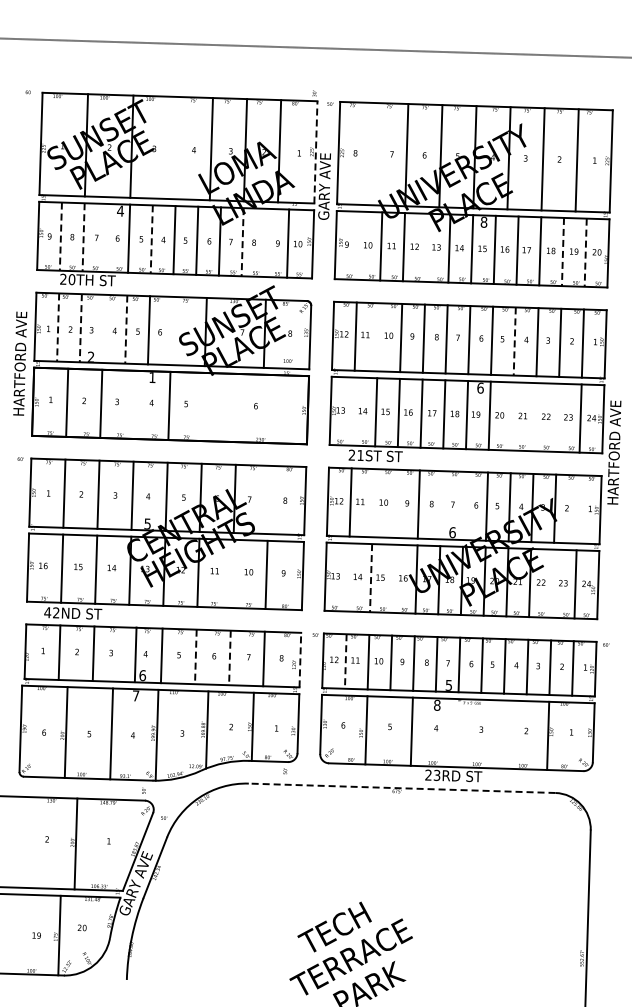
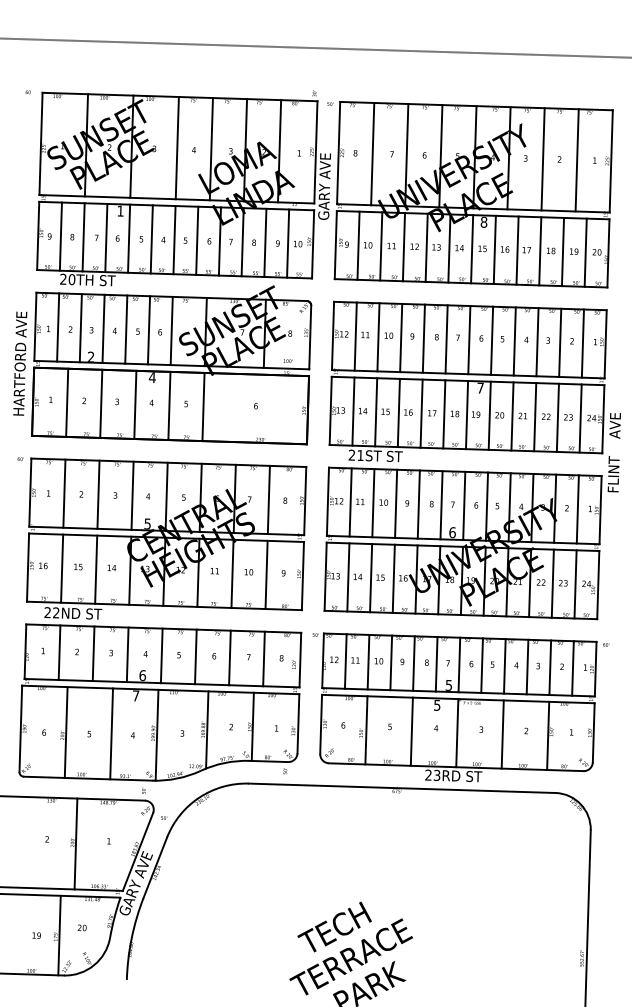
line at (176, 148): none -> present
line at (315, 151): dashed -> solid
line at (372, 153): none -> present
text at (120, 210): 4 -> 1
line at (60, 237): dashed -> solid
line at (83, 237): dashed -> solid
line at (106, 237): none -> present
line at (151, 239): dashed -> solid
line at (242, 242): dashed -> solid
line at (265, 242): none -> present
line at (358, 245): none -> present
line at (426, 247): none -> present
line at (562, 252): dashed -> solid
line at (585, 253): dashed -> solid
line at (58, 328): dashed -> solid
line at (80, 328): dashed -> solid
line at (103, 328): none -> present
line at (126, 330): dashed -> solid
line at (171, 330): none -> present
line at (378, 337): none -> present
line at (514, 342): dashed -> solid
text at (151, 377): 1 -> 4
text at (480, 387): 6 -> 7
line at (135, 404): none -> present
line at (203, 406): none -> present
line at (353, 411): none -> present
line at (512, 416): none -> present
line at (535, 417): none -> present
line at (557, 417): none -> present
text at (614, 452): HARTFORD AVE -> FLINT    AVE
line at (268, 499): none -> present
line at (373, 503): none -> present
line at (396, 503): none -> present
line at (441, 505): none -> present
line at (464, 505): none -> present
line at (577, 509): none -> present
line at (232, 573): none -> present
line at (348, 577): none -> present
line at (371, 578): dashed -> solid
line at (393, 578): none -> present
line at (552, 583): none -> present
text at (47, 612): 42ND -> 22ND
line at (135, 654) position: (135, 654) -> (127, 654)
line at (195, 657): dashed -> solid
line at (229, 658): dashed -> solid
line at (300, 659): dashed -> solid
line at (345, 662): dashed -> solid
text at (437, 704): 8 -> 5
line at (457, 733): none -> present
line at (502, 734): none -> present
line at (401, 788): dashed -> solid
